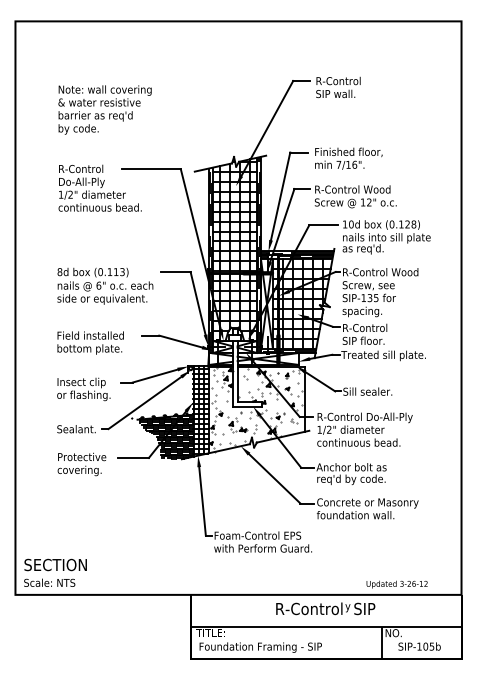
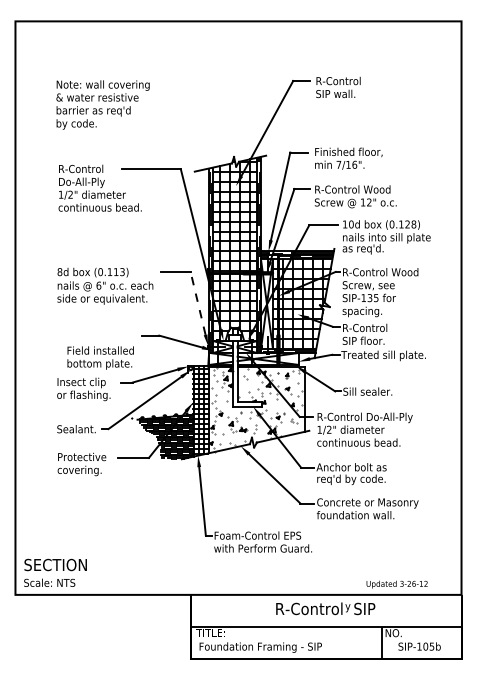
text at (104, 109) position: (104, 109) -> (102, 104)
line at (197, 302): solid -> dashed
text at (90, 342) position: (90, 342) -> (100, 357)
